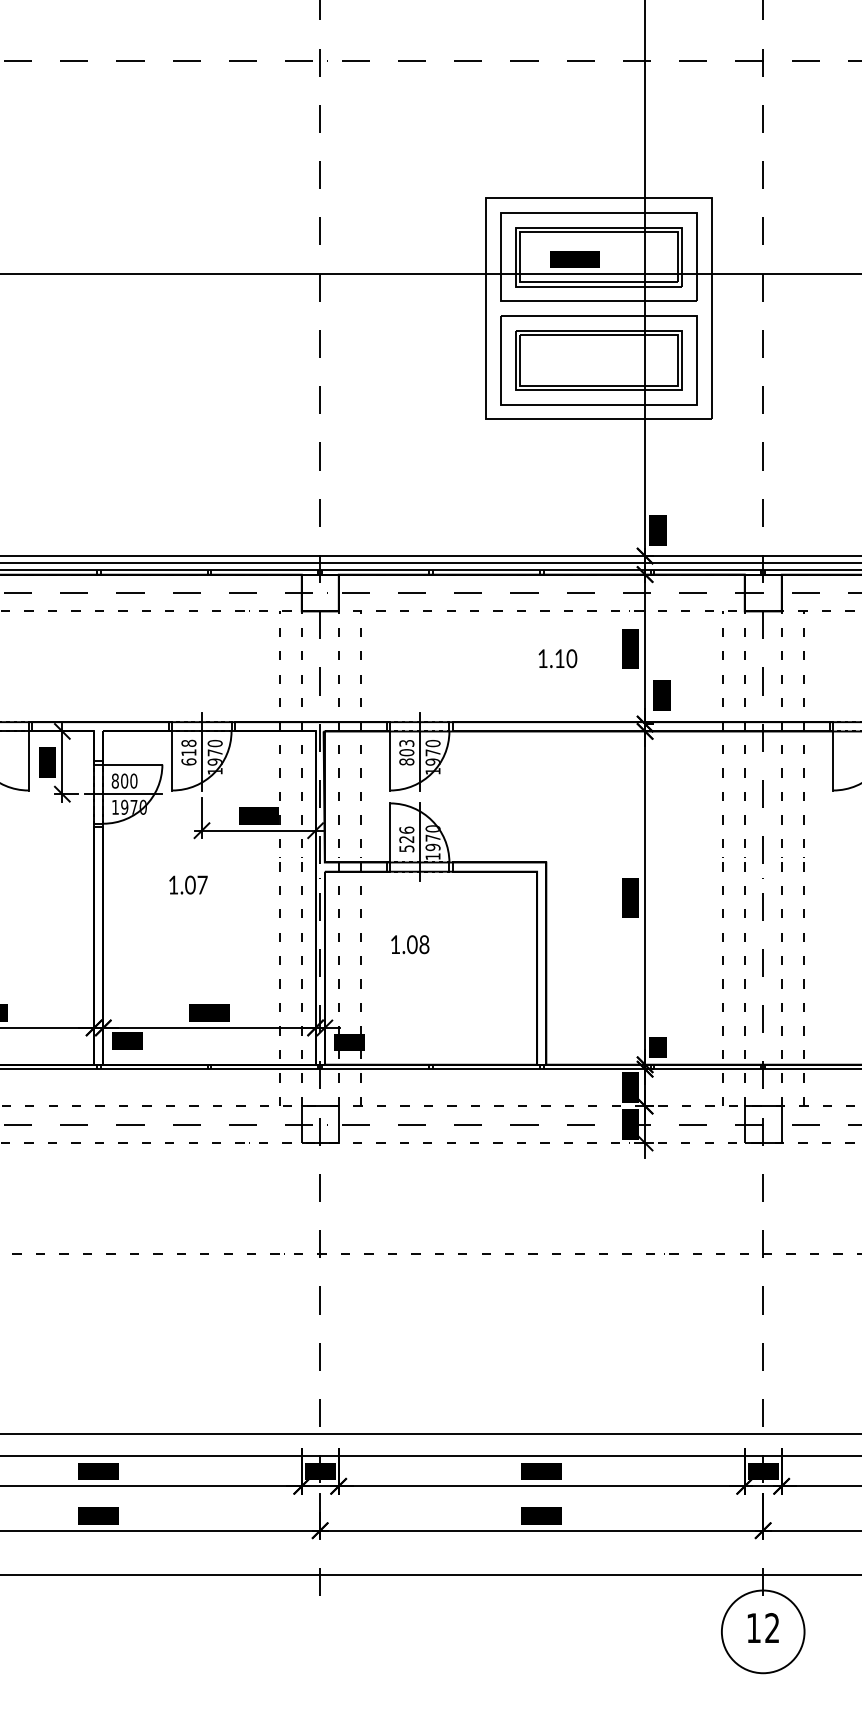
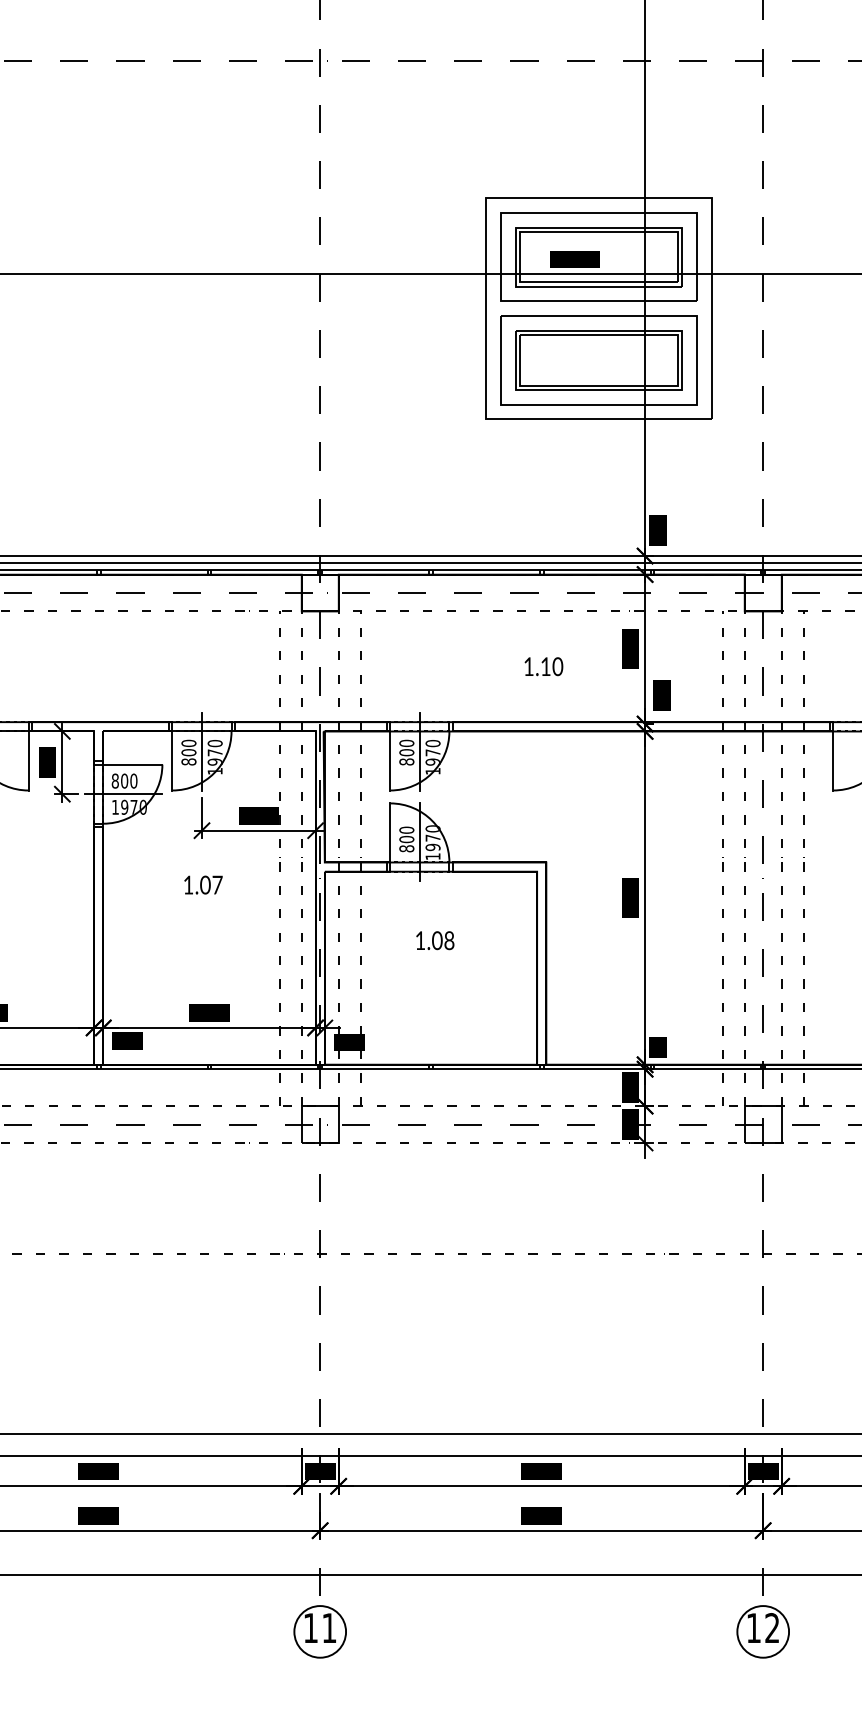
text at (557, 658) position: (557, 658) -> (543, 666)
text at (406, 742): 803 -> 800
text at (188, 752): 618 -> 800
text at (406, 839): 526 -> 800
text at (188, 884) position: (188, 884) -> (203, 884)
text at (410, 944) position: (410, 944) -> (435, 940)
part at (319, 1631): none -> present
circle at (762, 1631) diameter: 83 px -> 52 px
